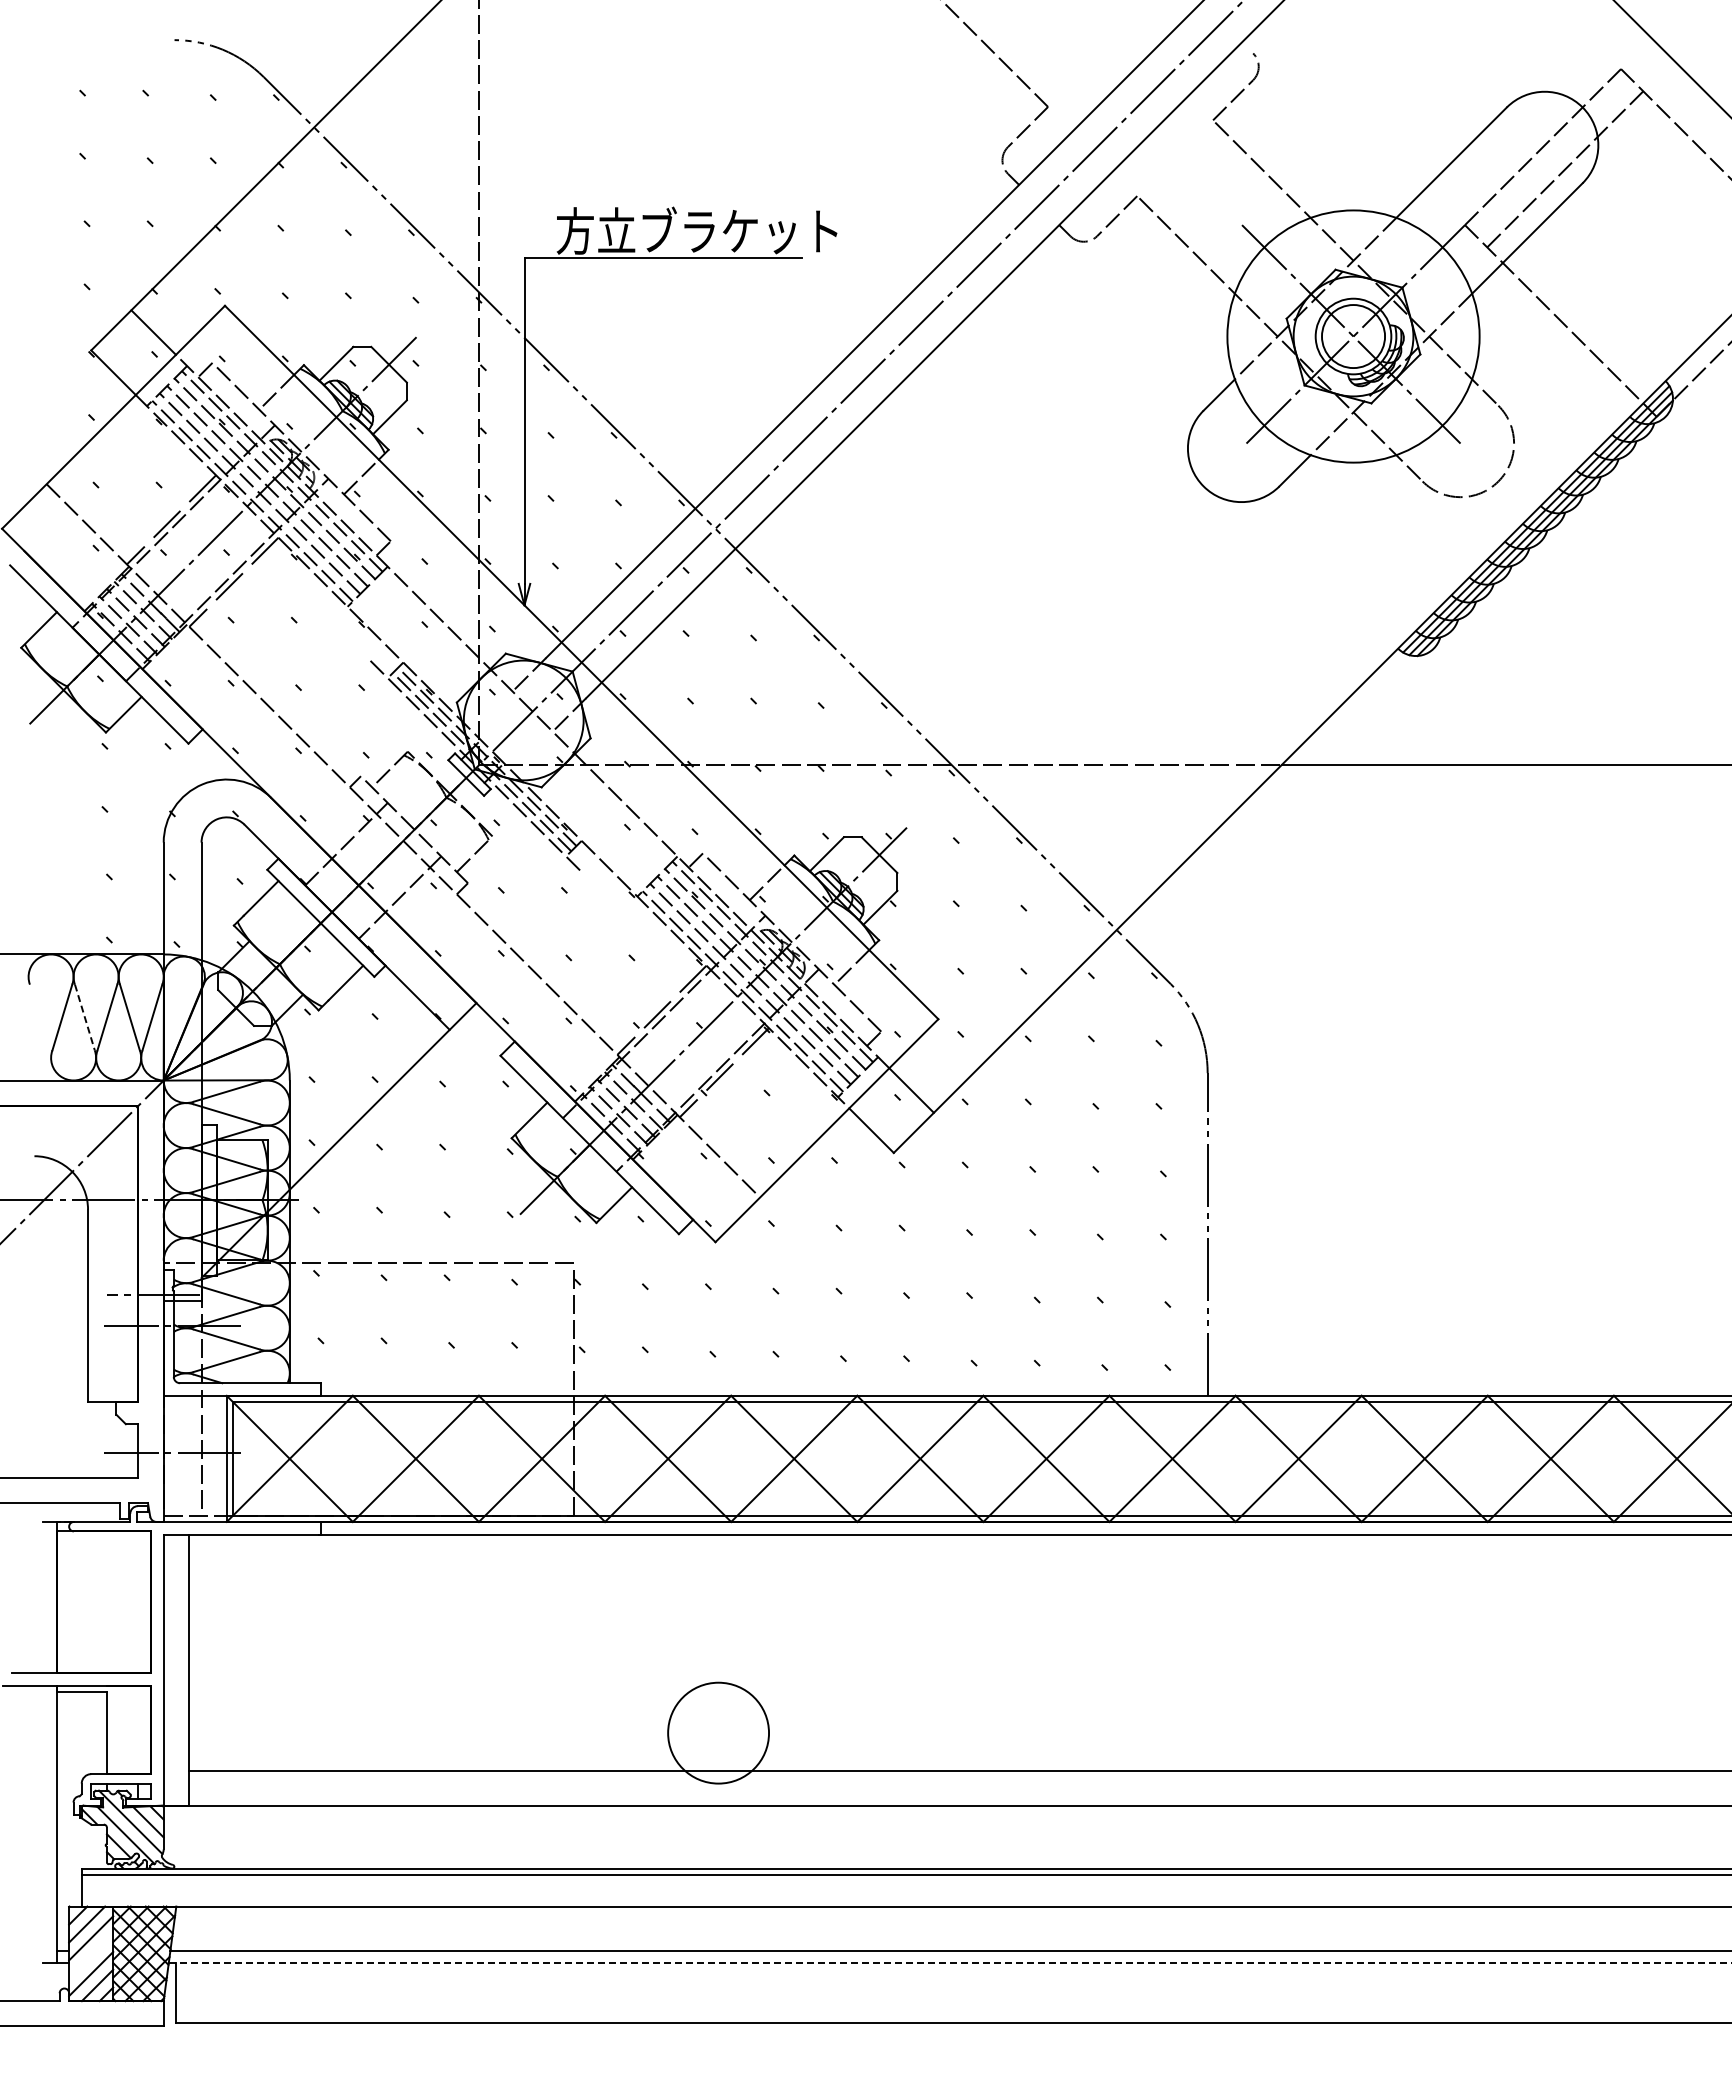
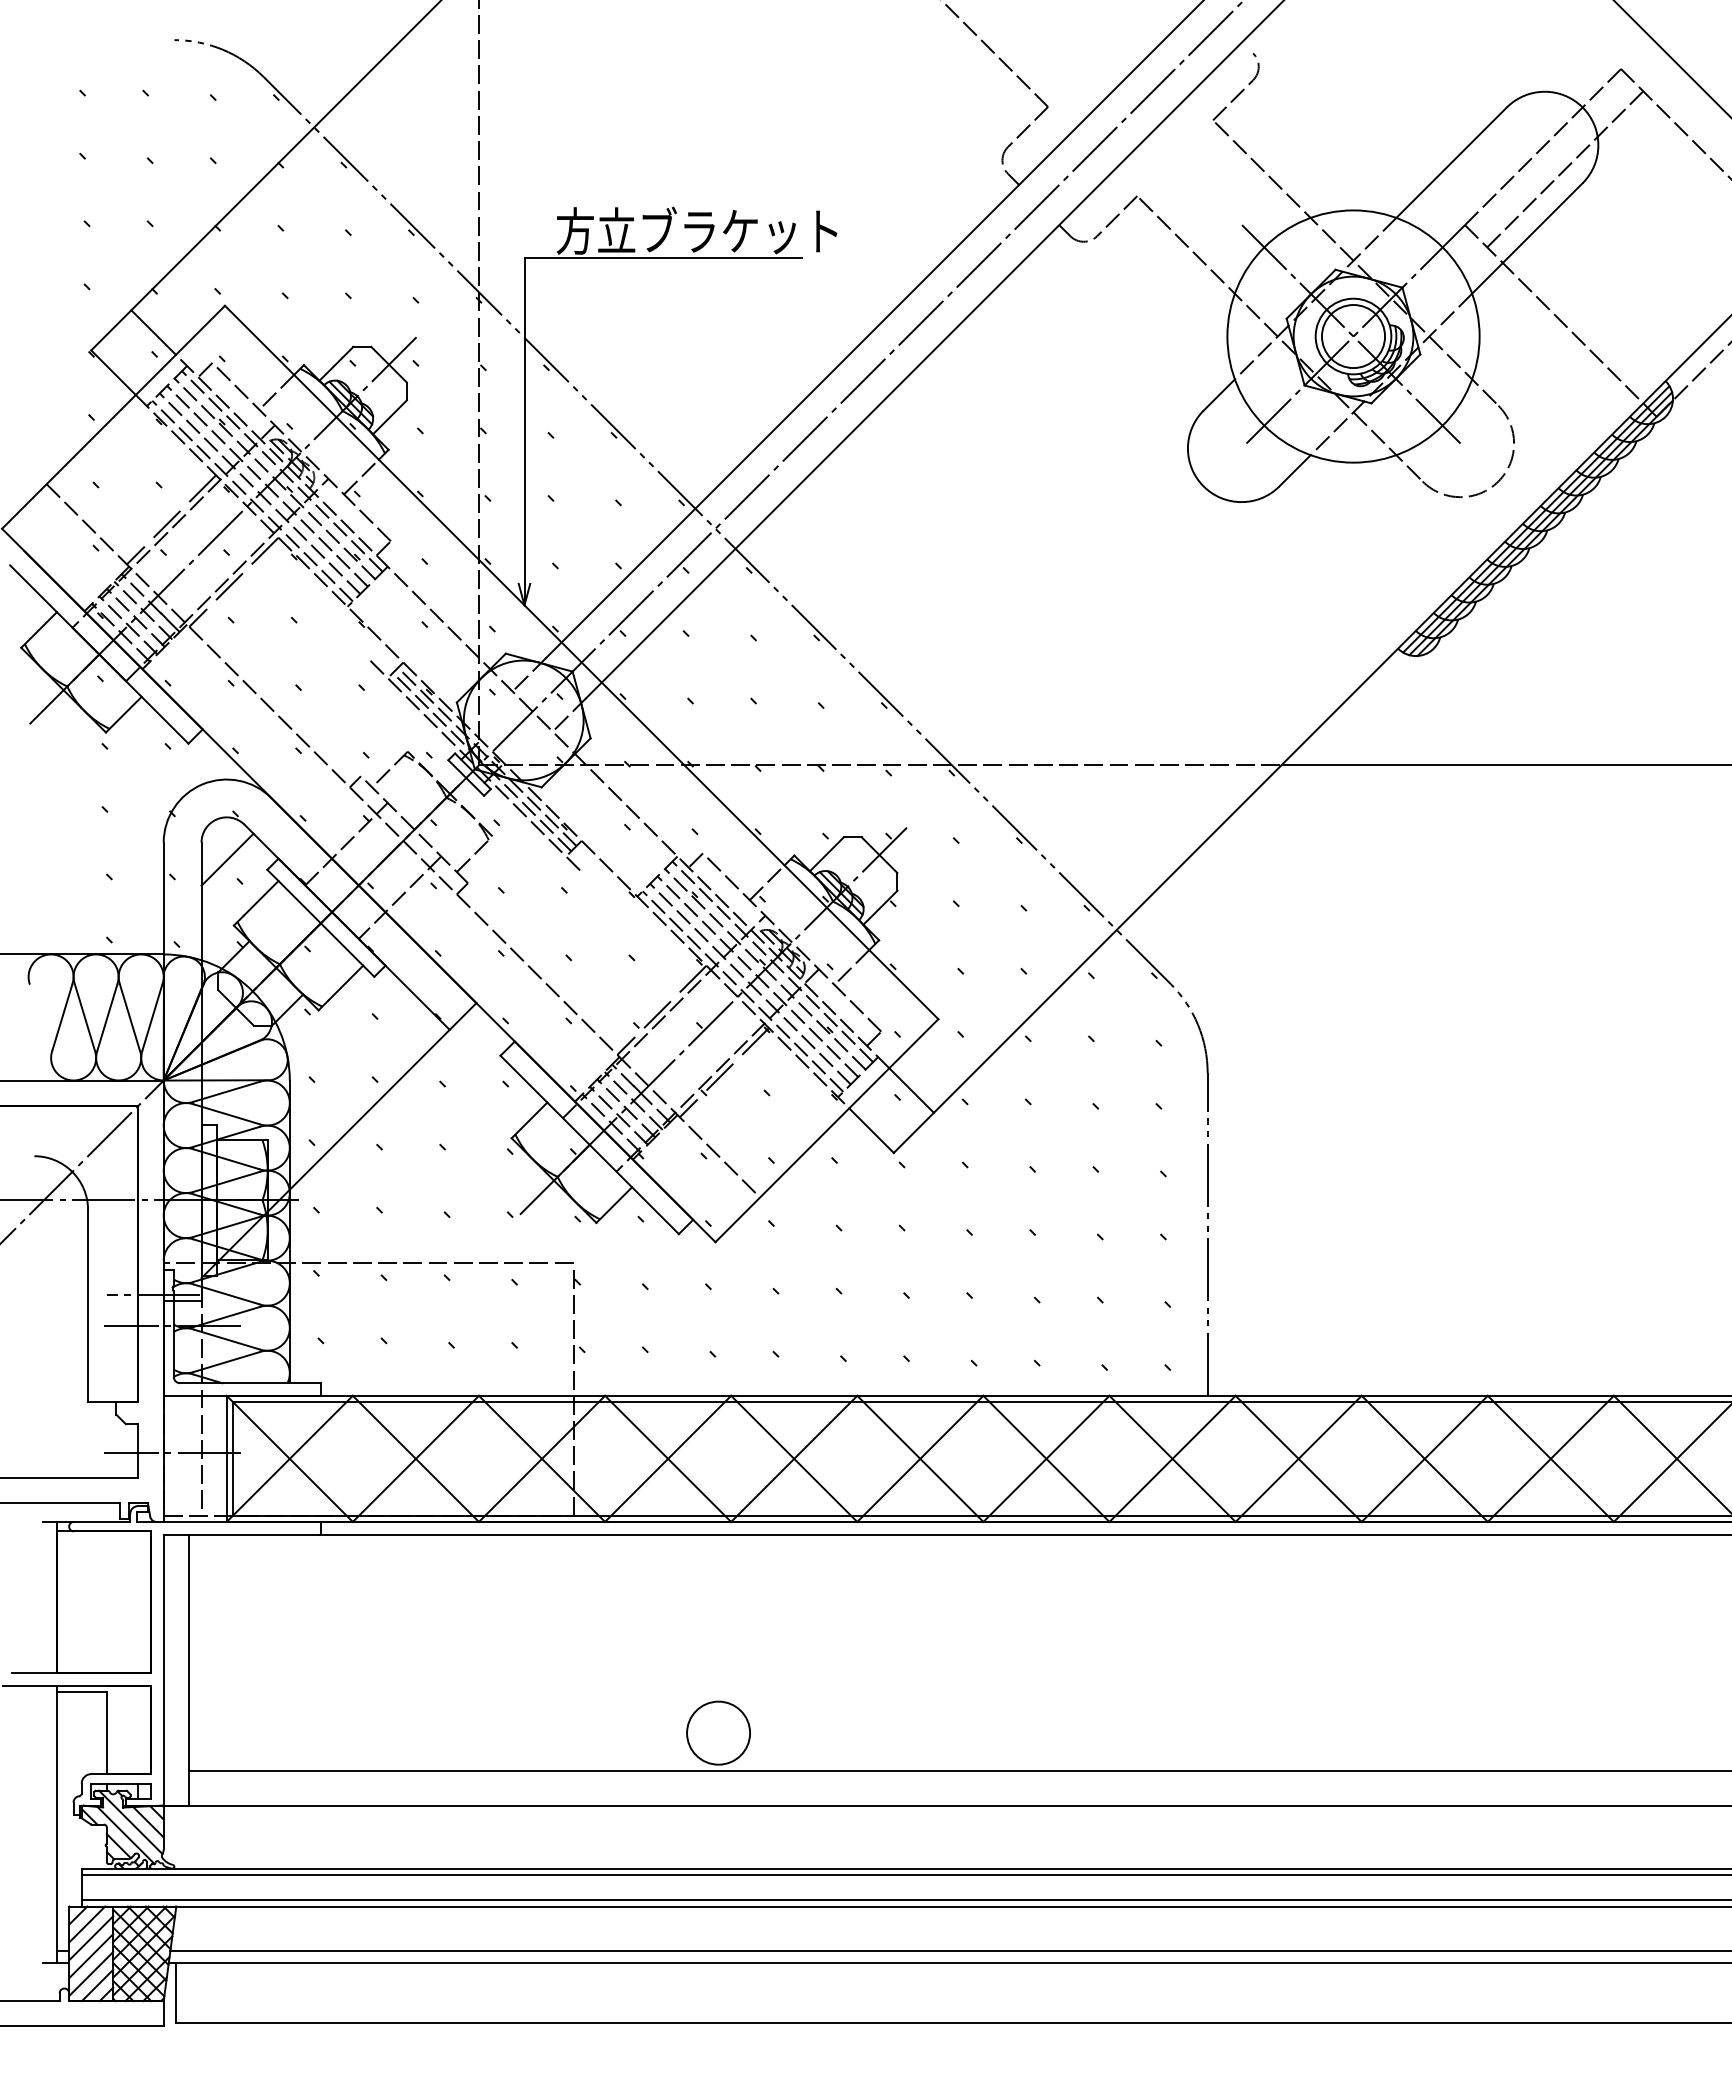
line at (227, 859): none -> present
line at (85, 1017): dashed -> solid
circle at (718, 1732) diameter: 101 px -> 63 px
line at (904, 1900): none -> present
line at (91, 1956): none -> present
line at (950, 1963): dashed -> solid
